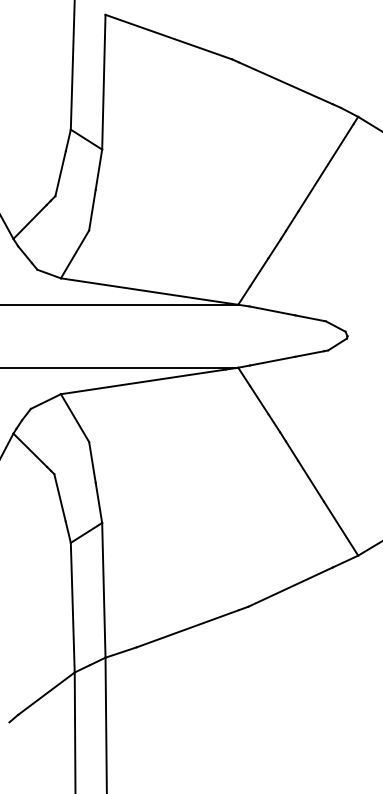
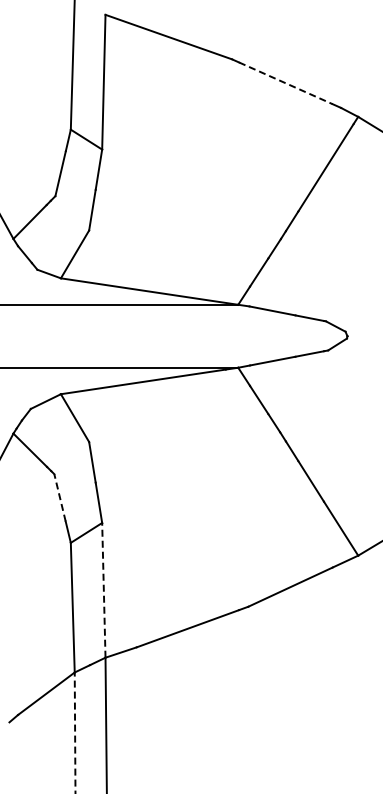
line at (286, 83): solid -> dashed
line at (59, 497): solid -> dashed
line at (103, 589): solid -> dashed
line at (75, 733): solid -> dashed
